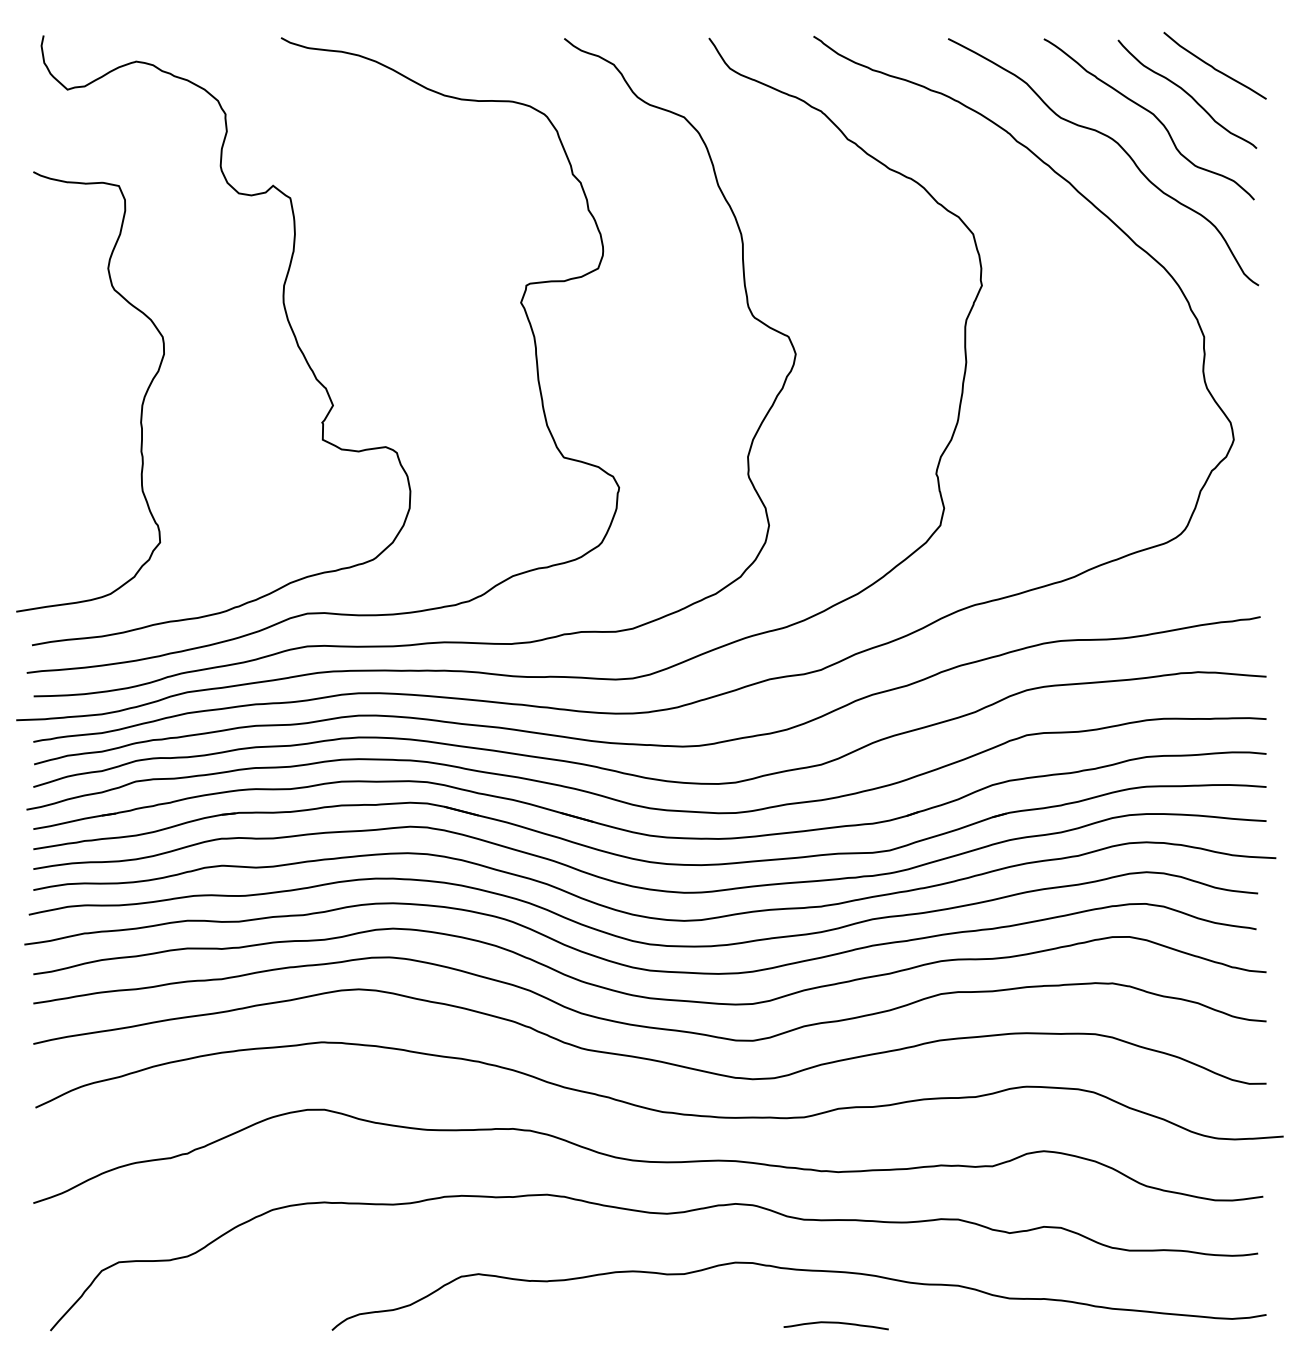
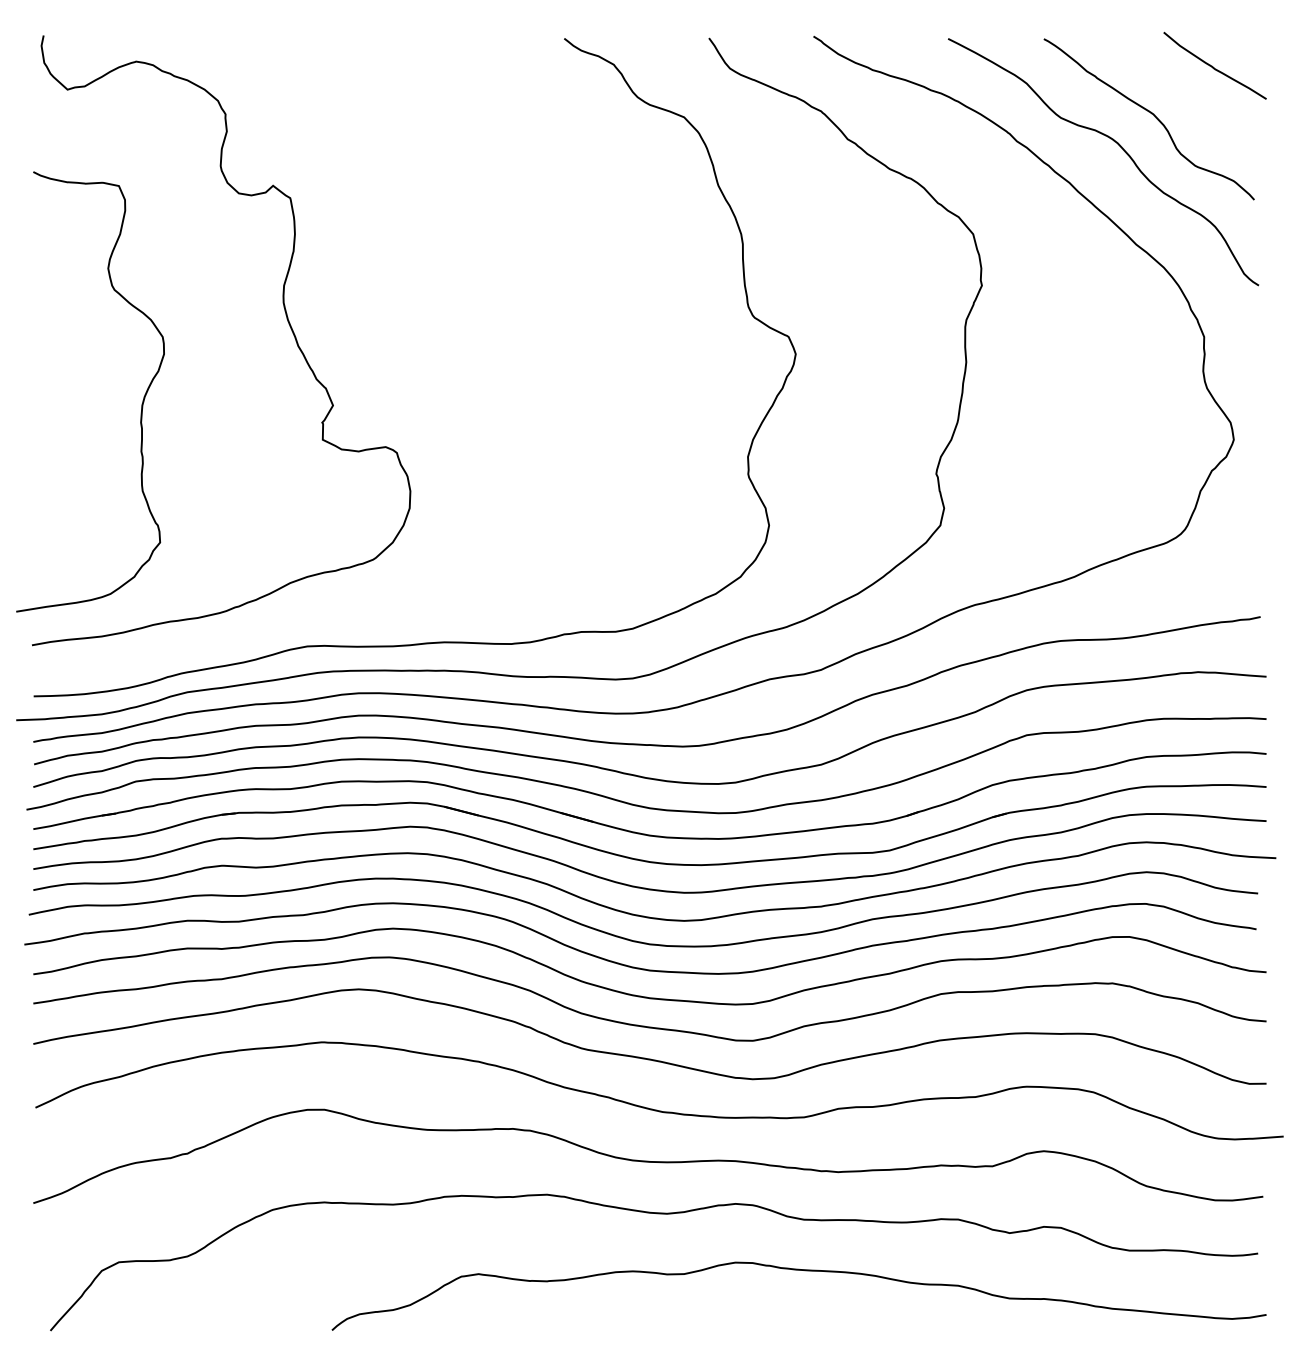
curve at (1187, 93): present -> none
curve at (520, 303): present -> none
curve at (835, 1323): present -> none
